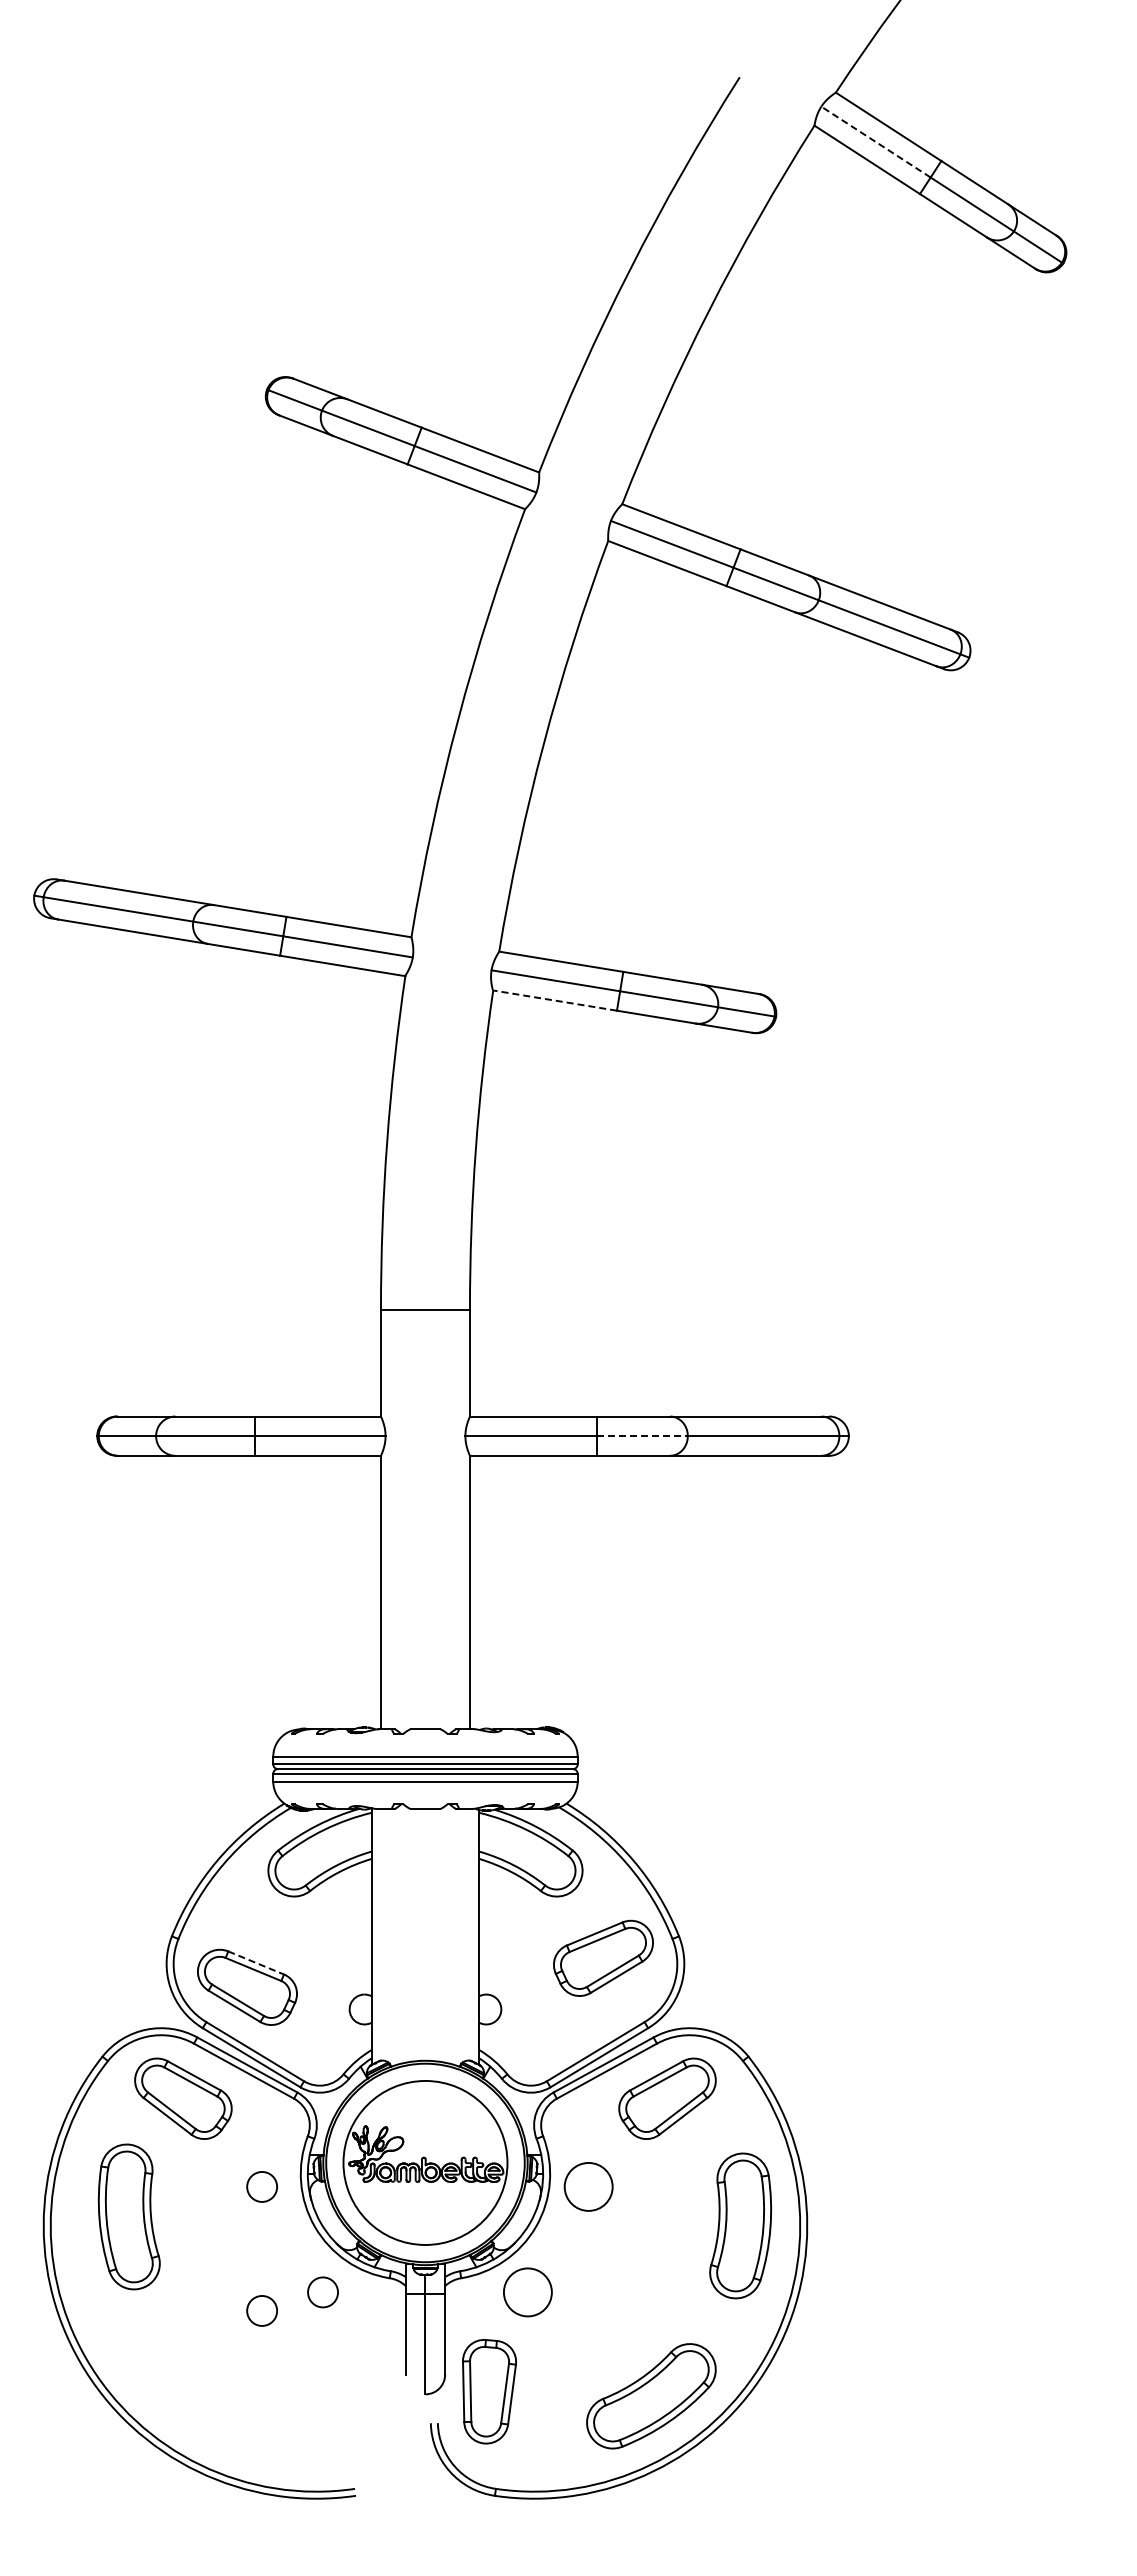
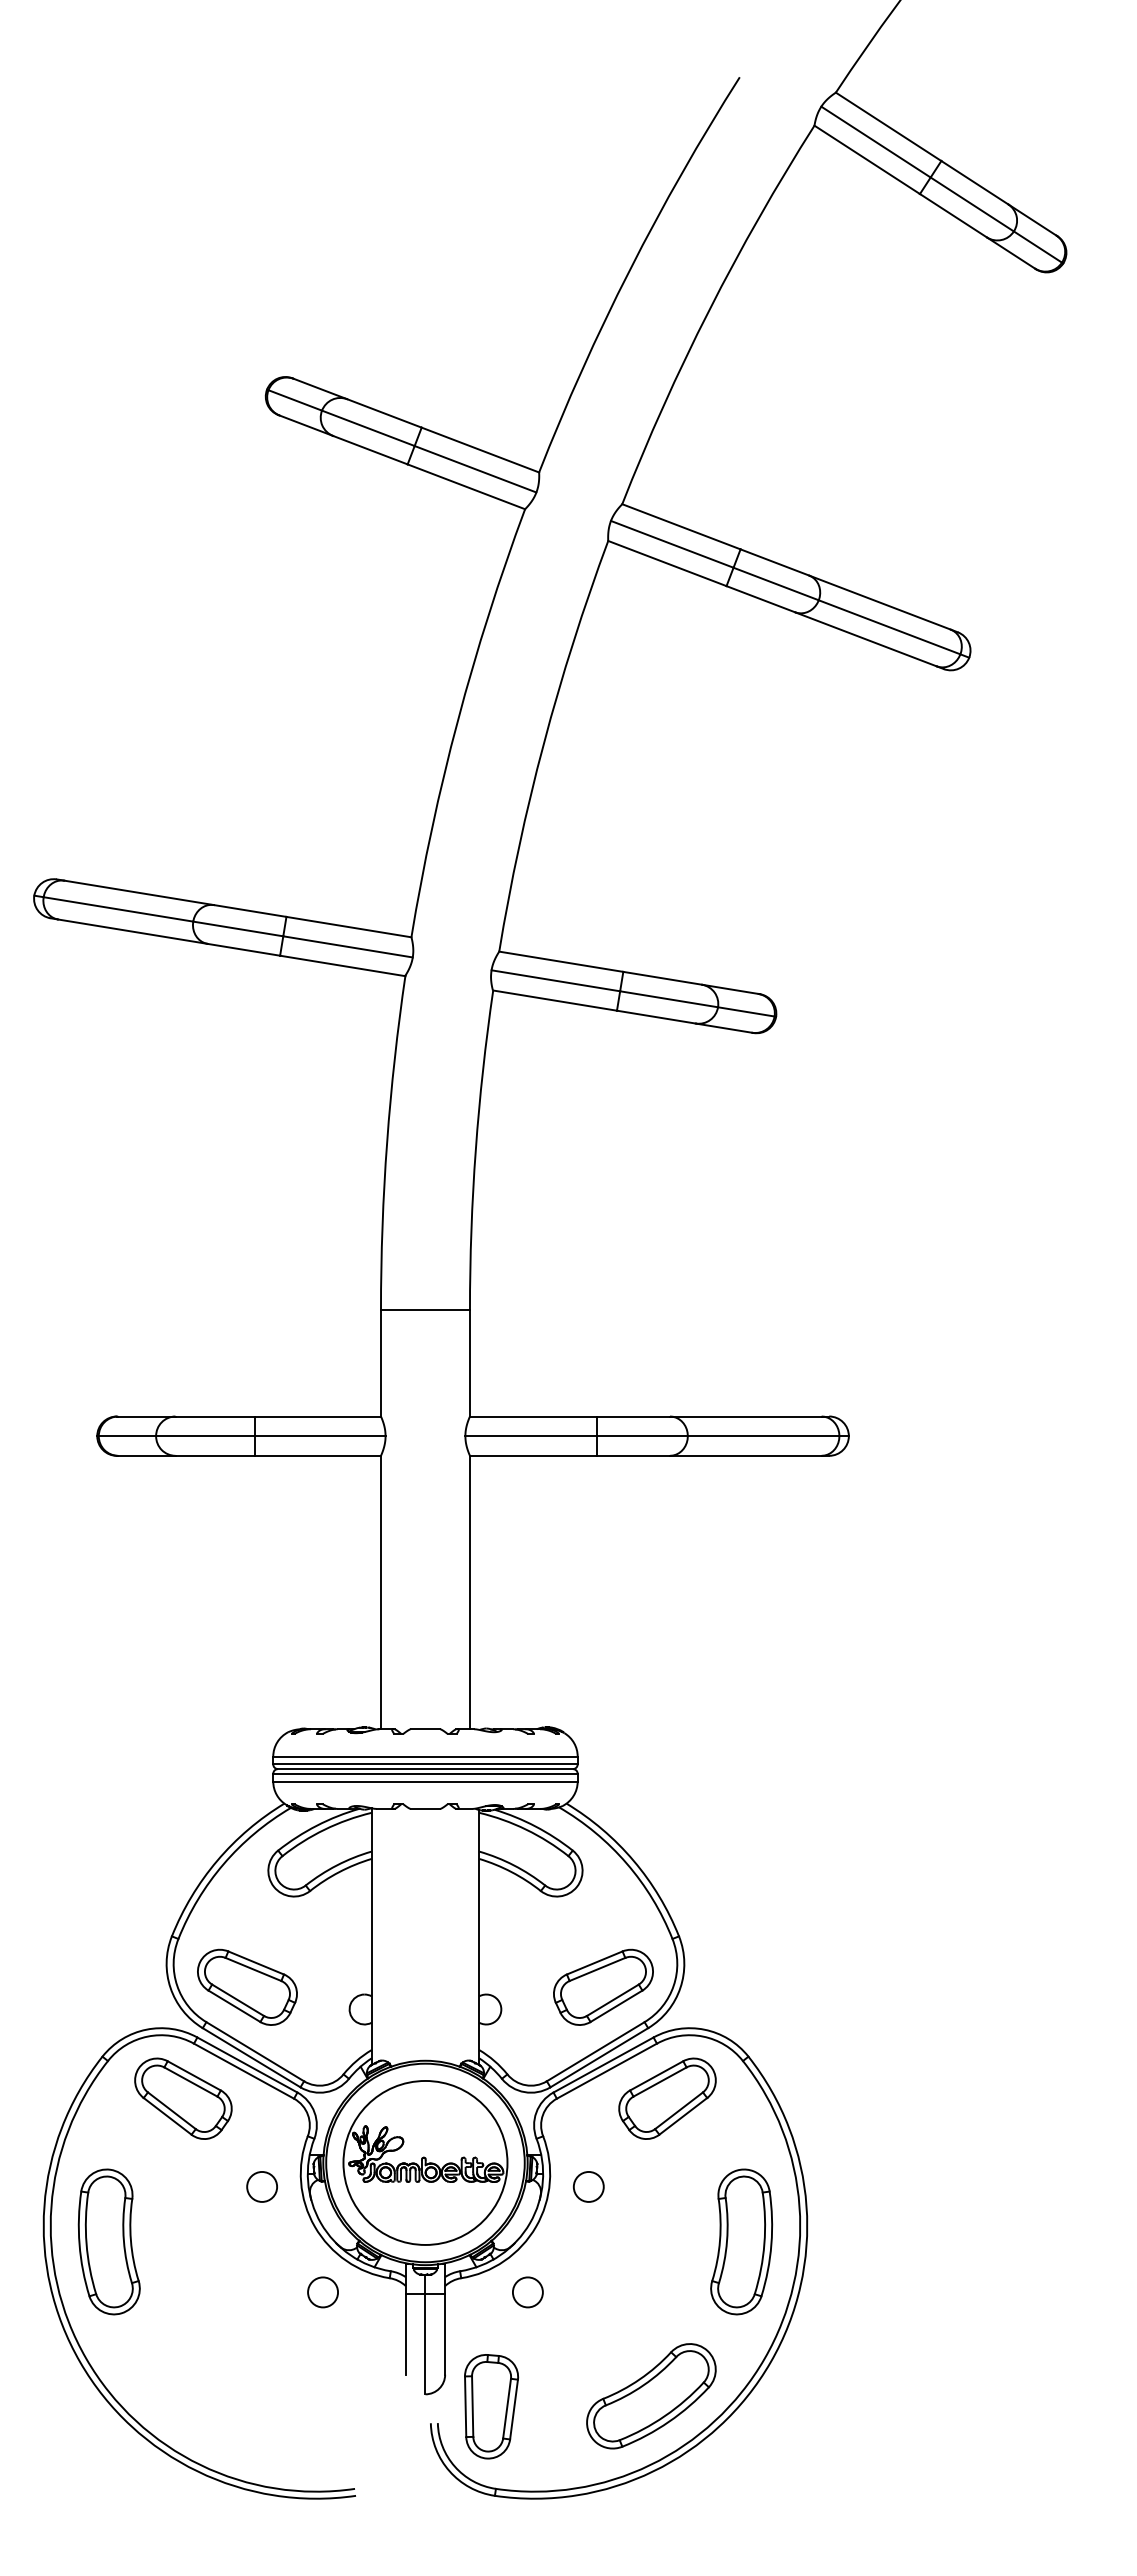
line at (875, 141): dashed -> solid
line at (555, 1000): dashed -> solid
line at (642, 1436): dashed -> solid
part at (603, 1957) position: (603, 1957) -> (603, 1986)
line at (256, 1963): dashed -> solid
circle at (588, 2186) size: 51x50 px -> 32x32 px
part at (128, 2216) position: (128, 2216) -> (108, 2241)
part at (740, 2225) position: (740, 2225) -> (741, 2241)
circle at (527, 2292) diameter: 48 px -> 30 px
circle at (261, 2310): present -> none
part at (489, 2391) position: (489, 2391) -> (491, 2406)
